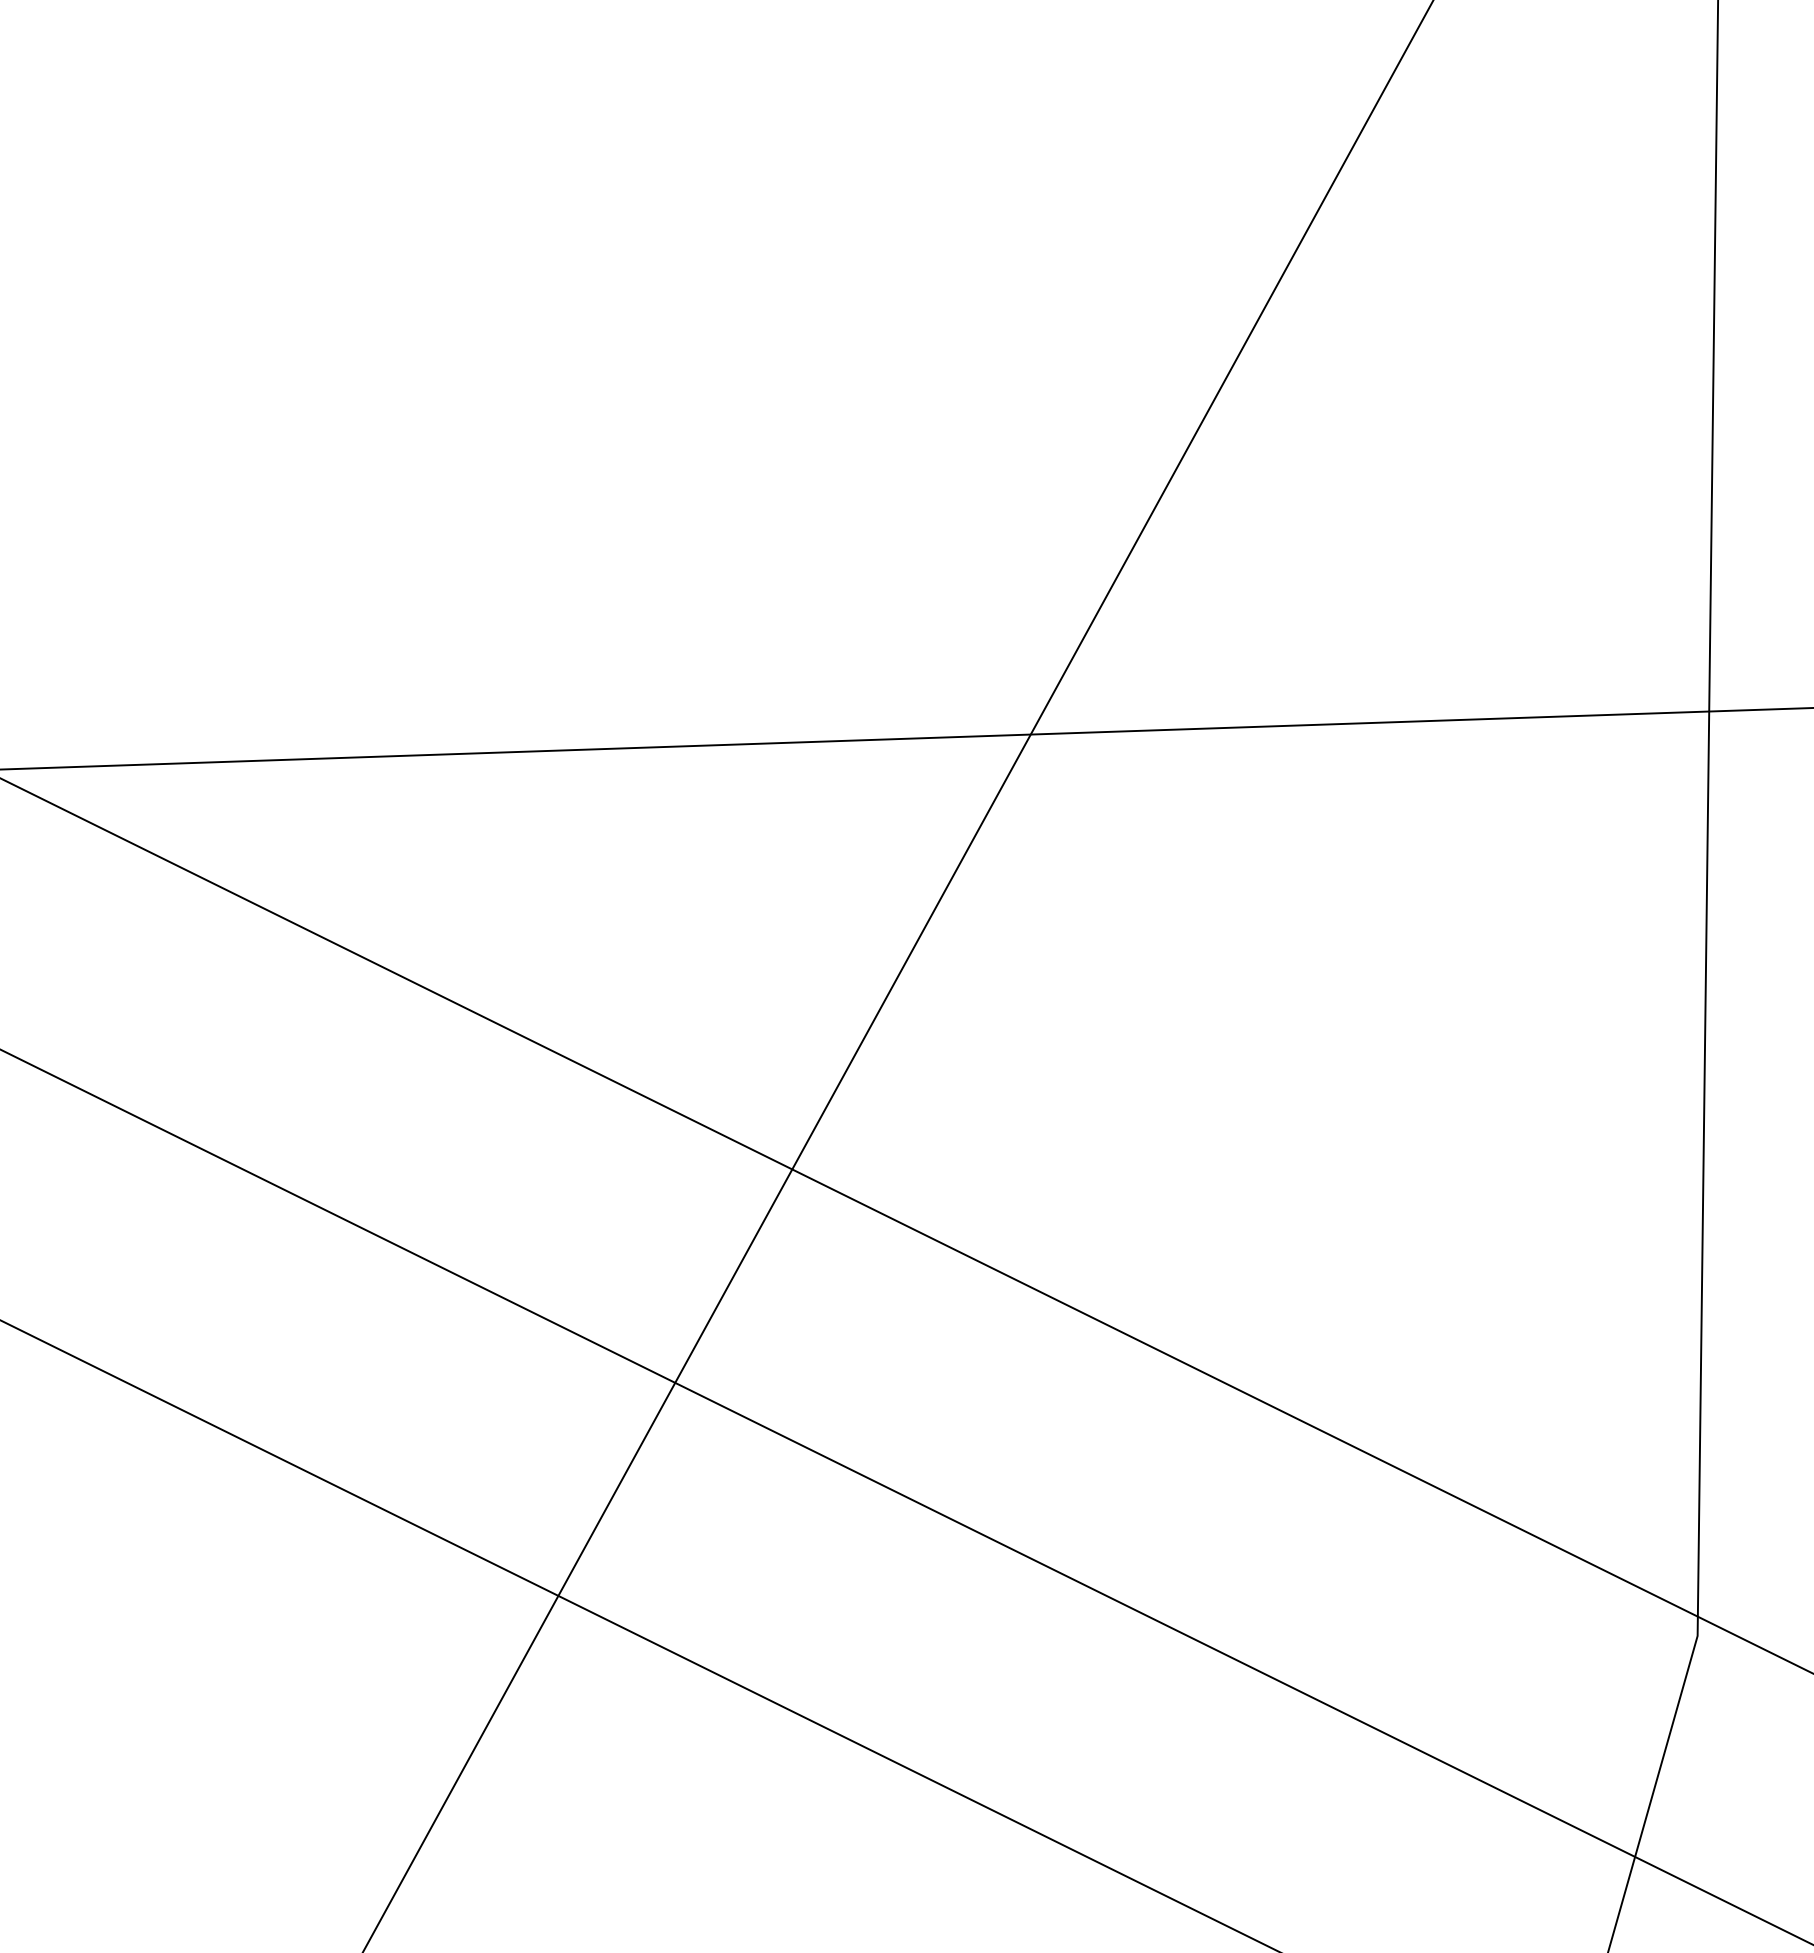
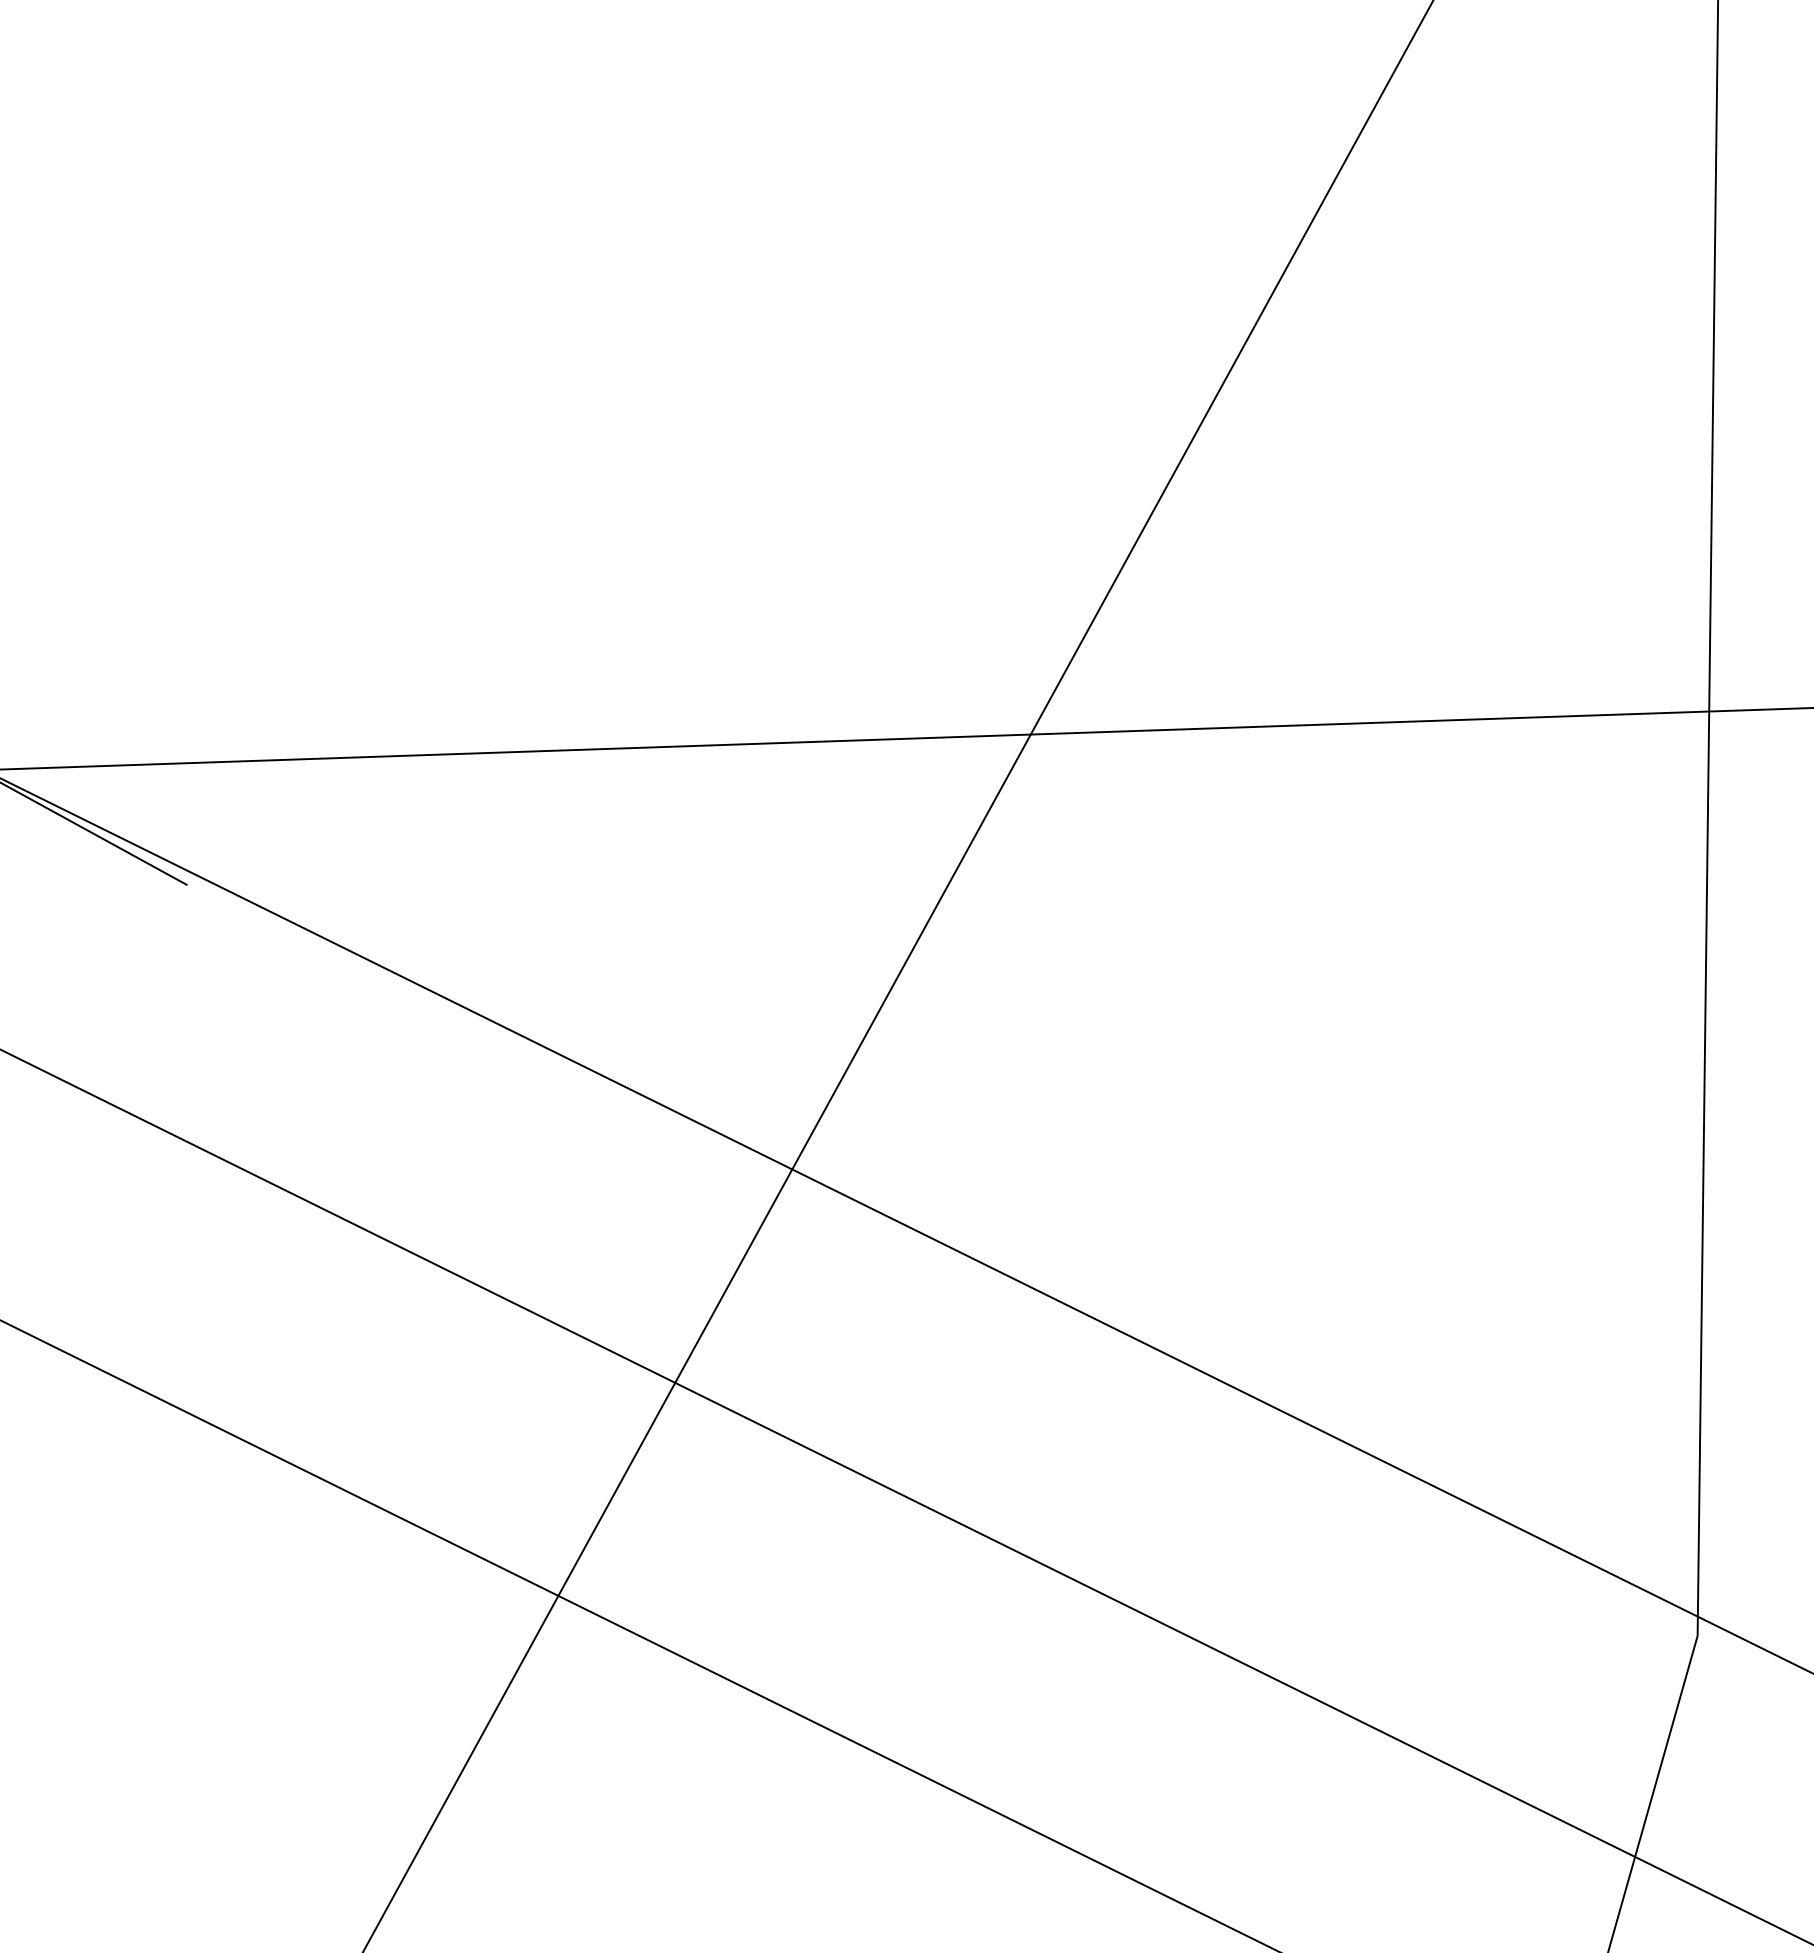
line at (94, 833): none -> present
